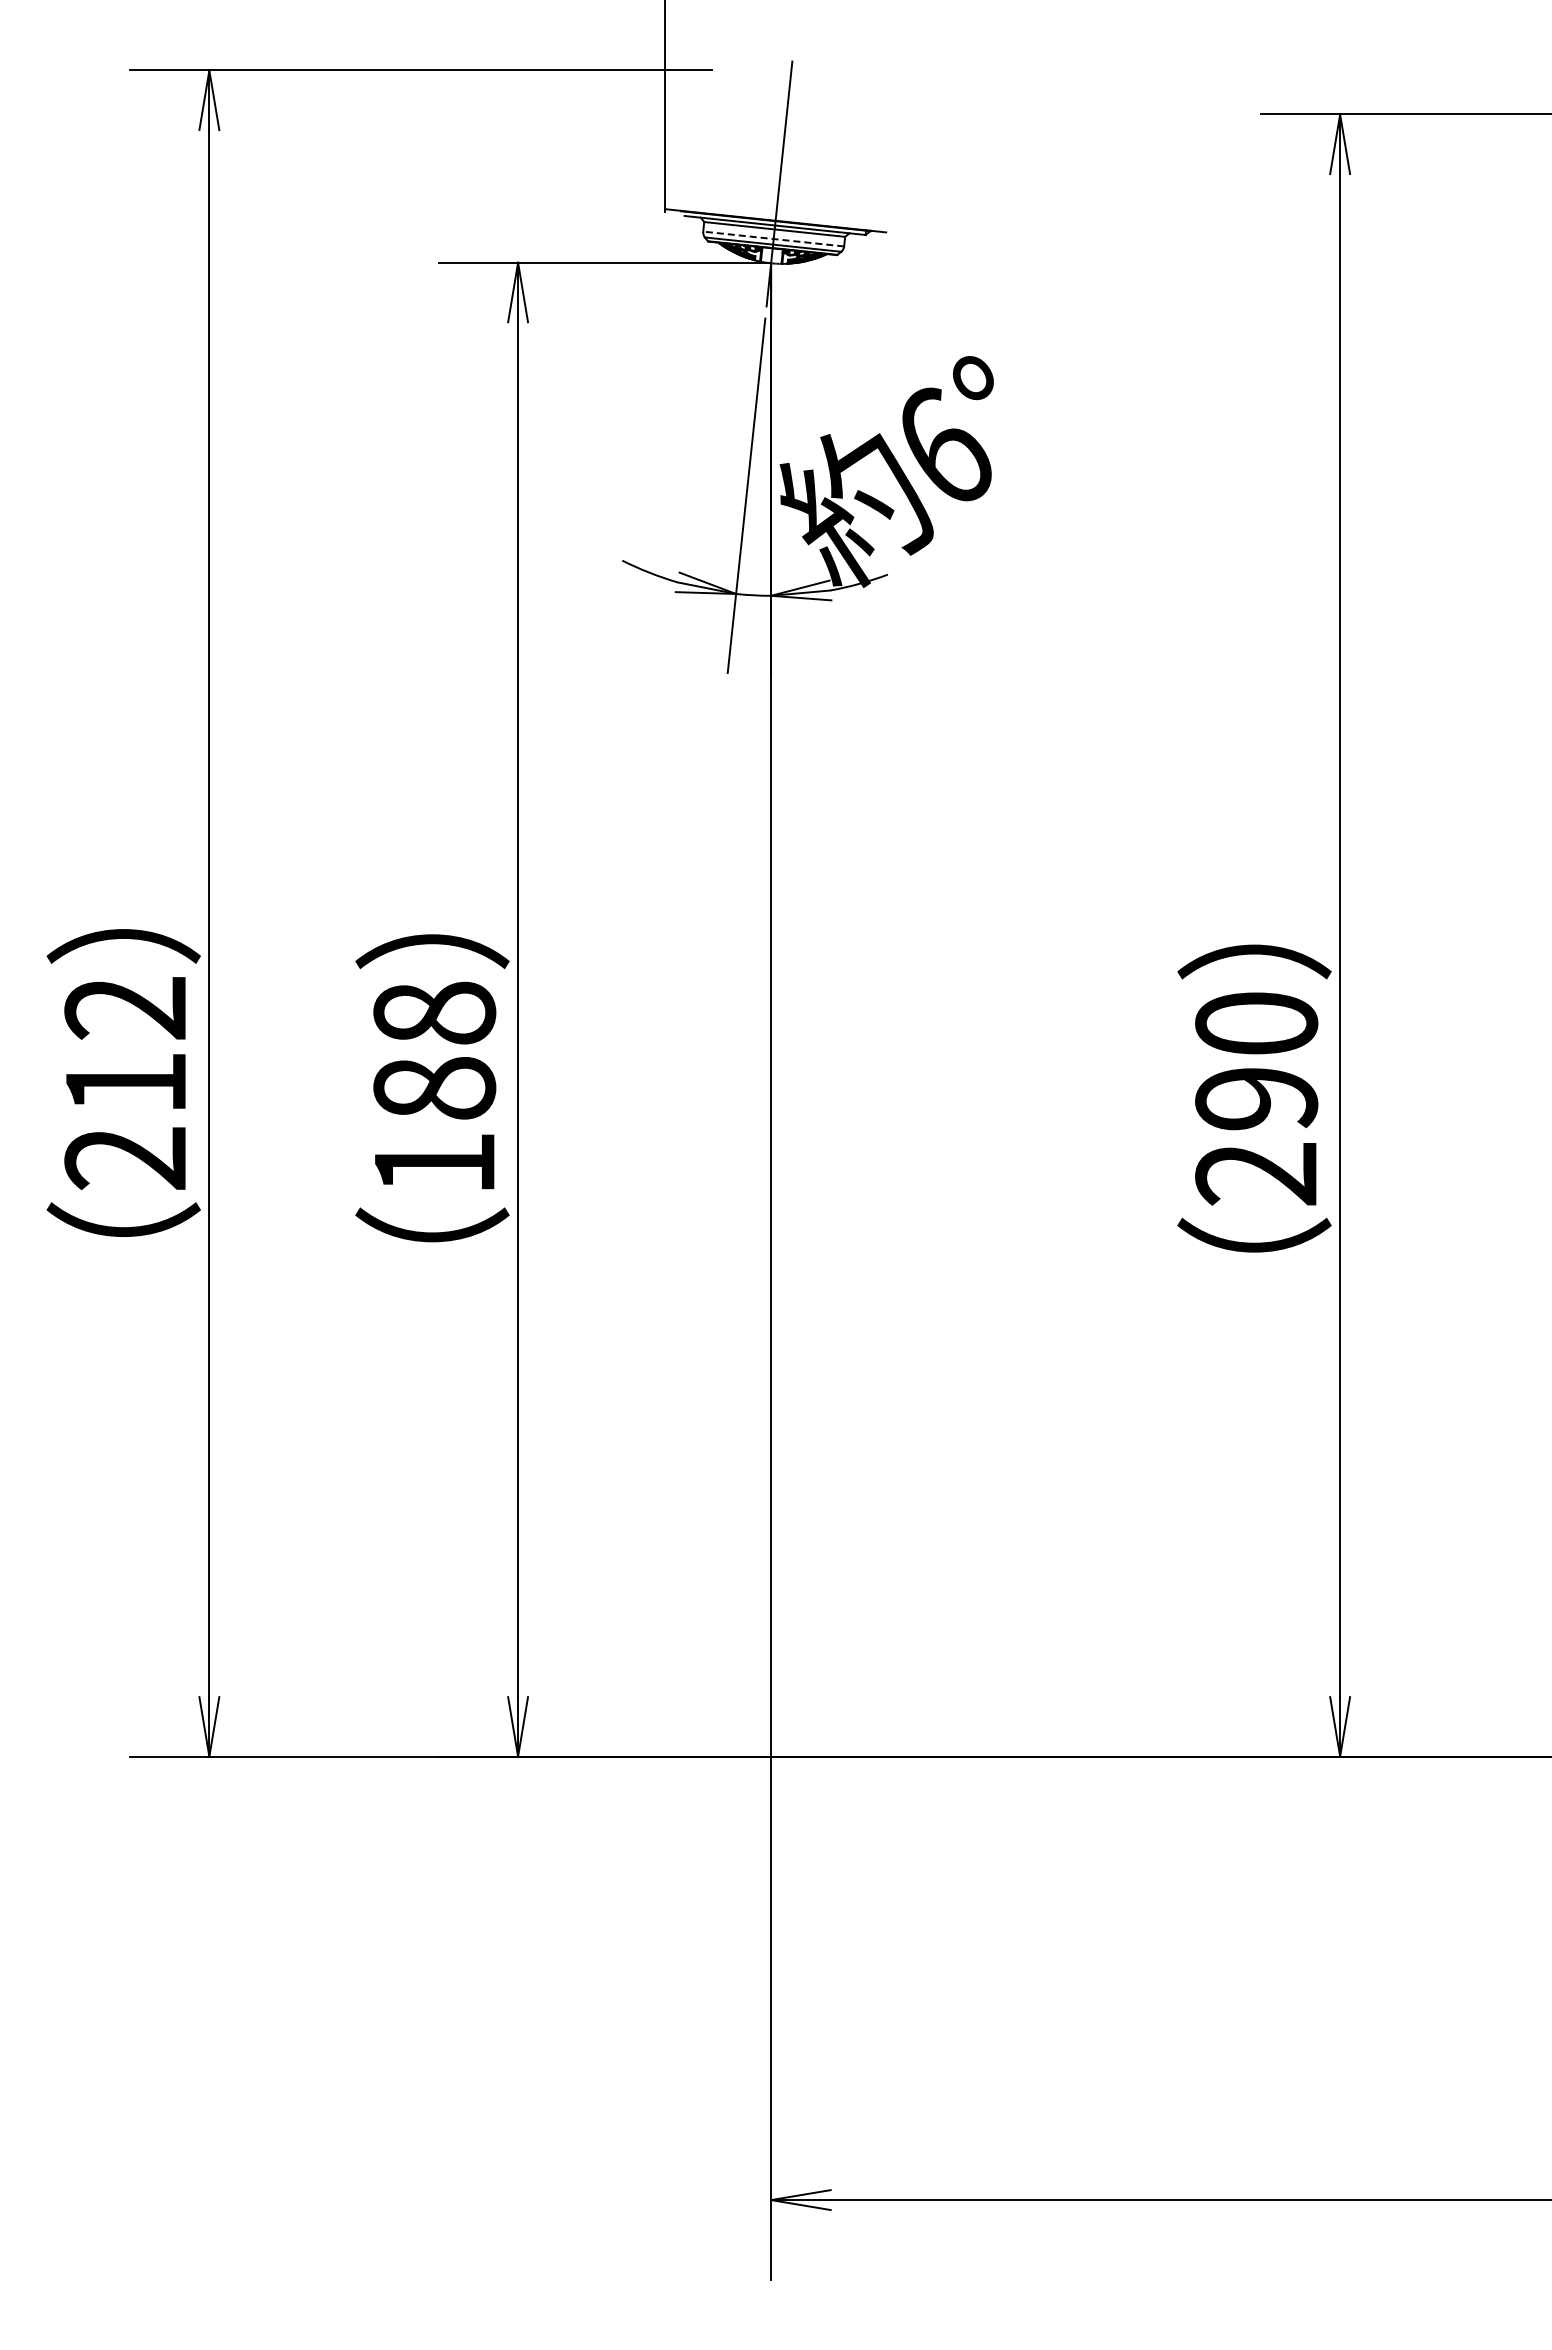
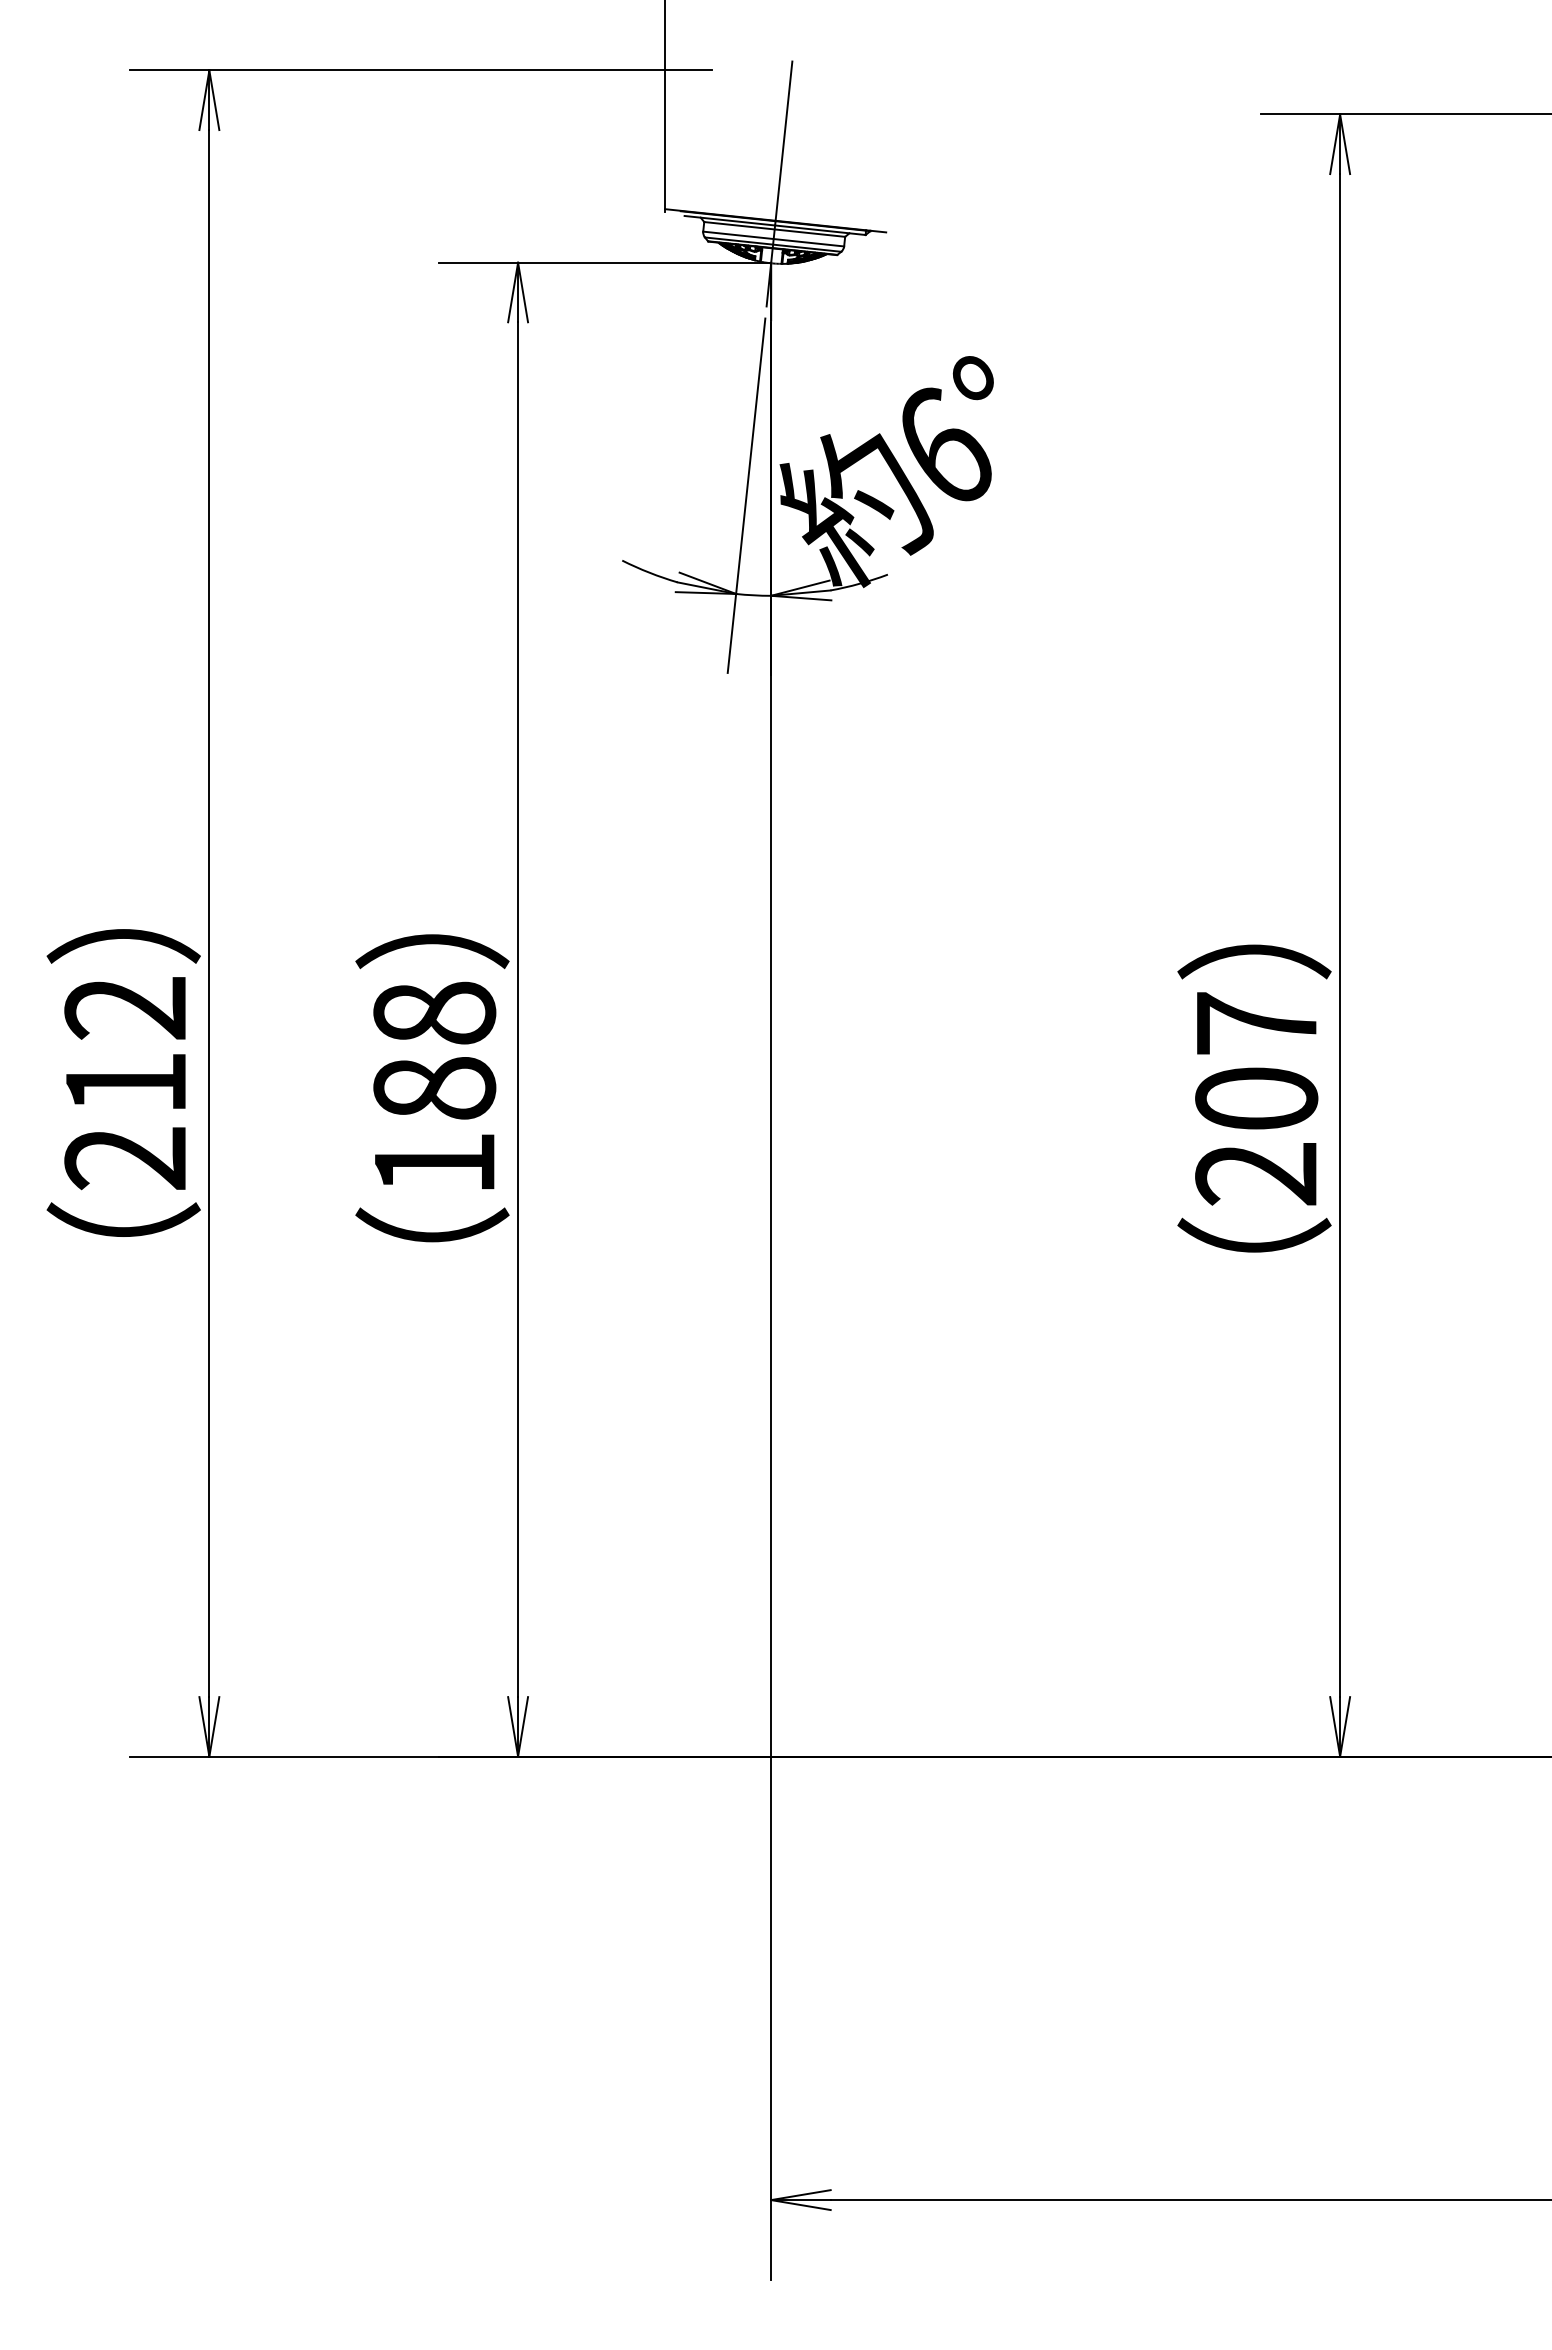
line at (773, 239): dashed -> solid
text at (1256, 1061): 290 -> 207
